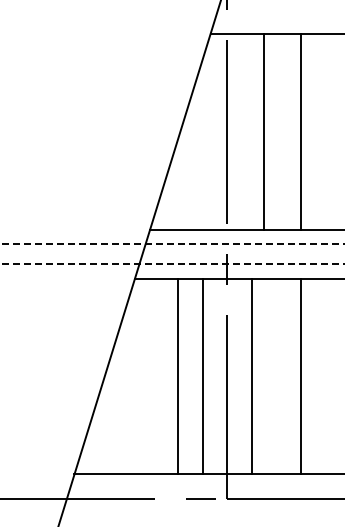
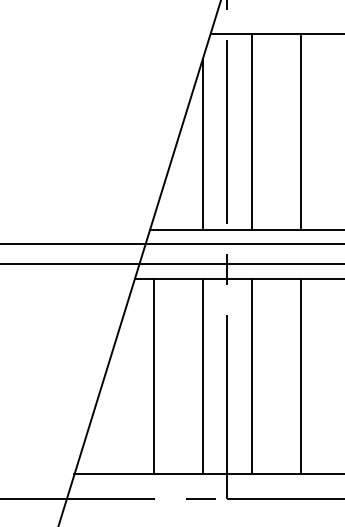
line at (263, 131) position: (263, 131) -> (251, 131)
line at (202, 144): none -> present
line at (172, 244): dashed -> solid
line at (172, 264): dashed -> solid
line at (177, 376) position: (177, 376) -> (153, 376)
